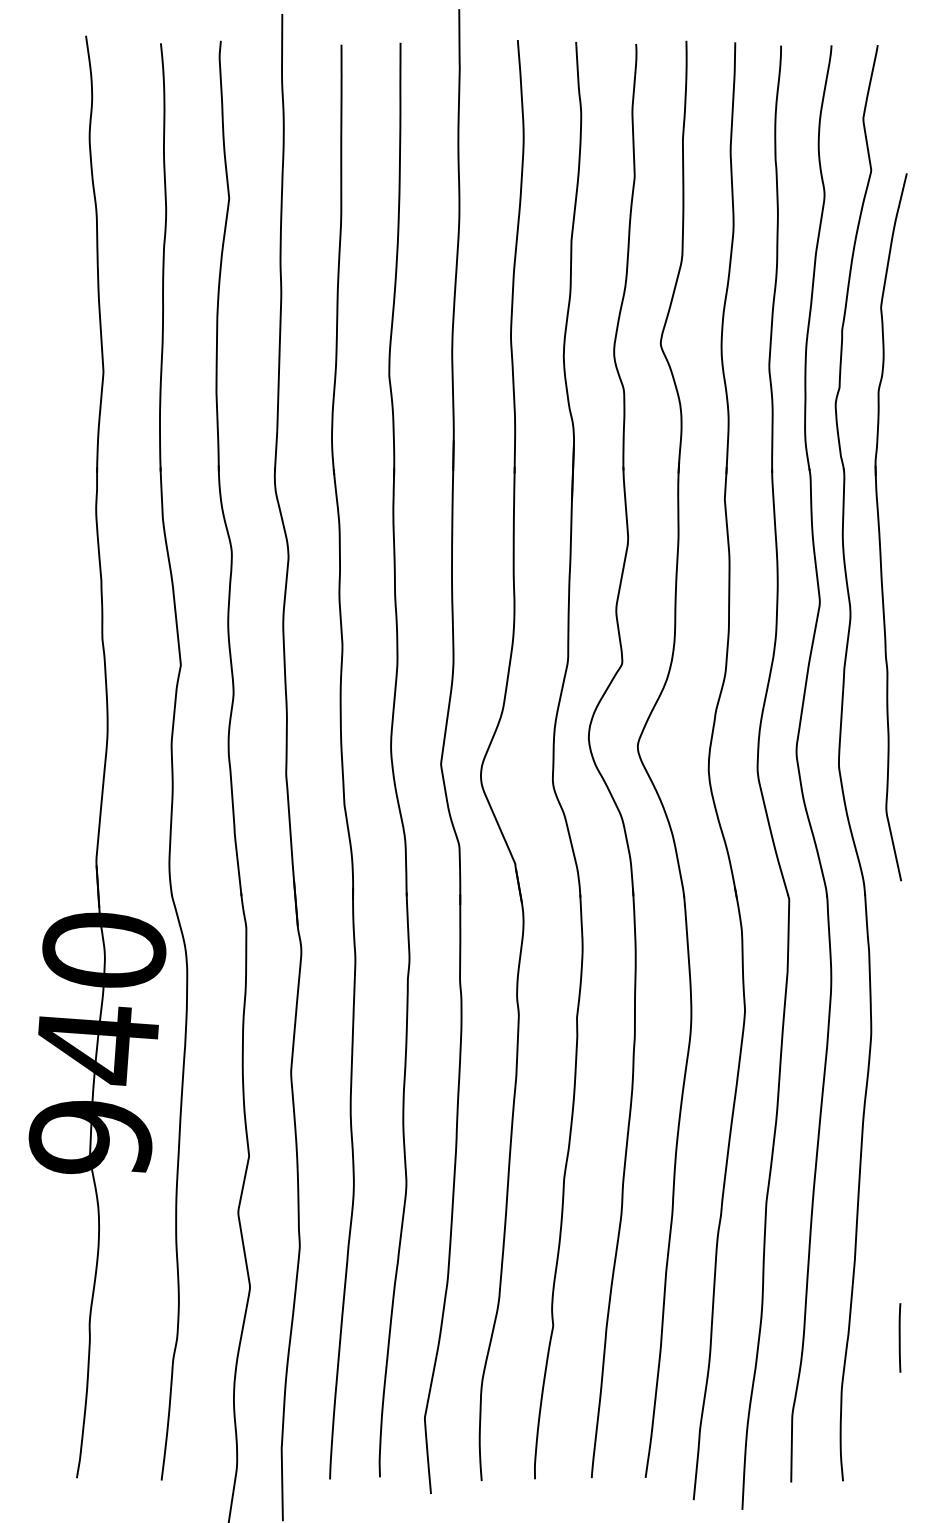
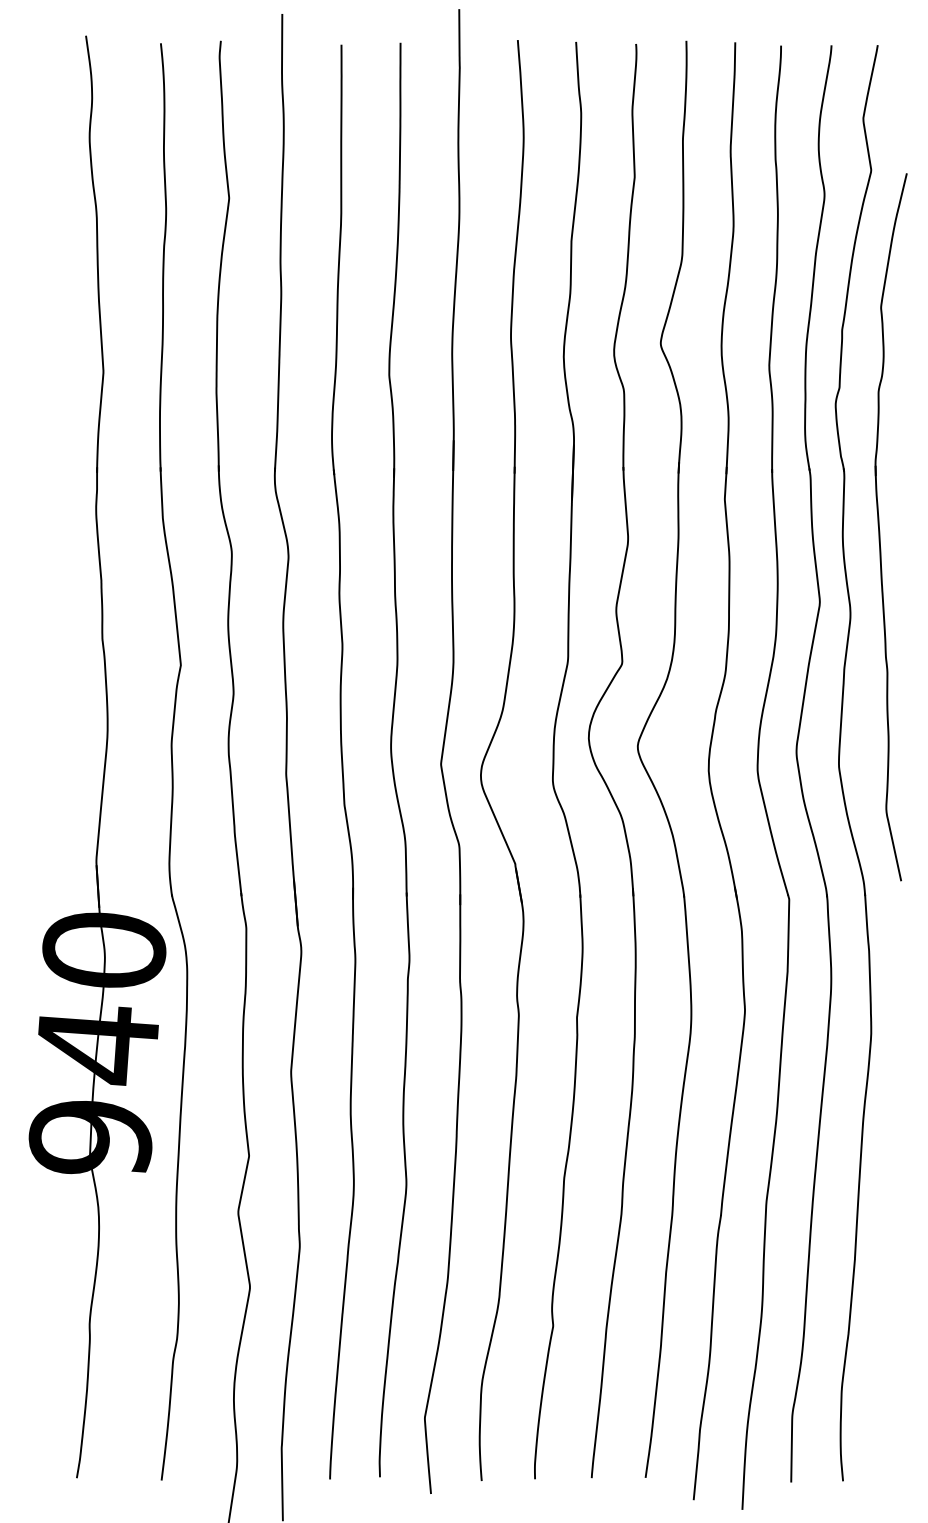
line at (899, 1337): present -> none
